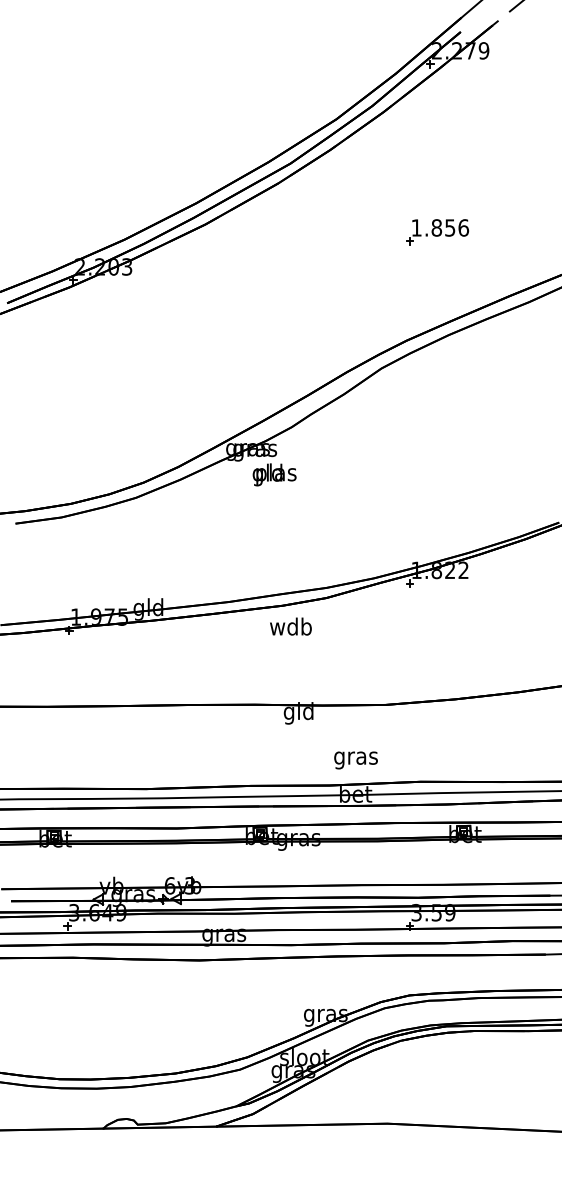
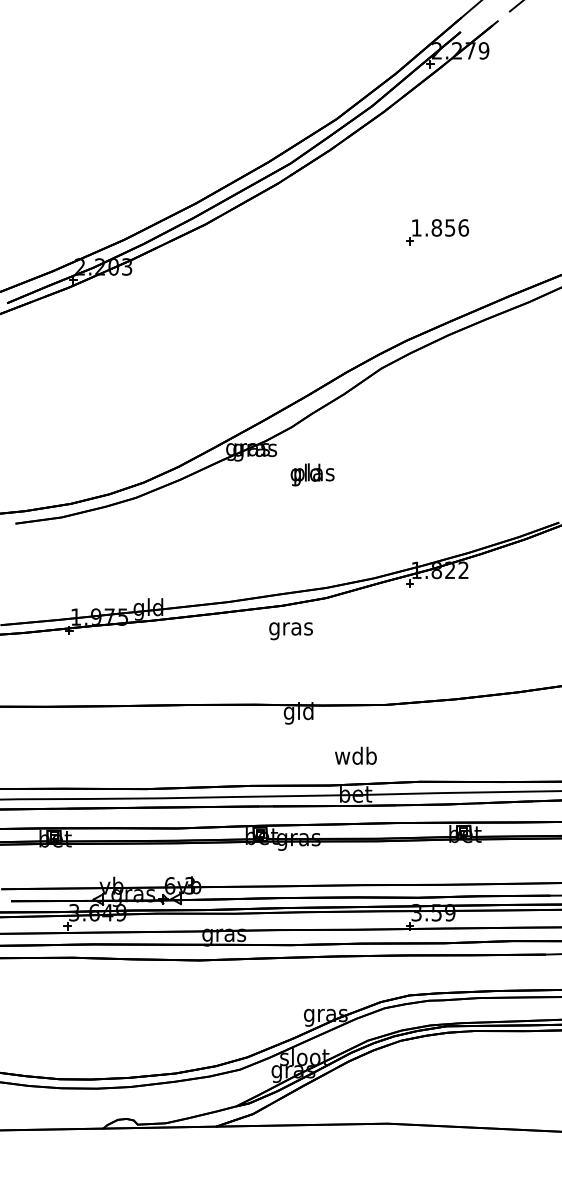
text at (274, 474) position: (274, 474) -> (312, 474)
text at (290, 628): wdb -> gras
text at (355, 757): gras -> wdb
